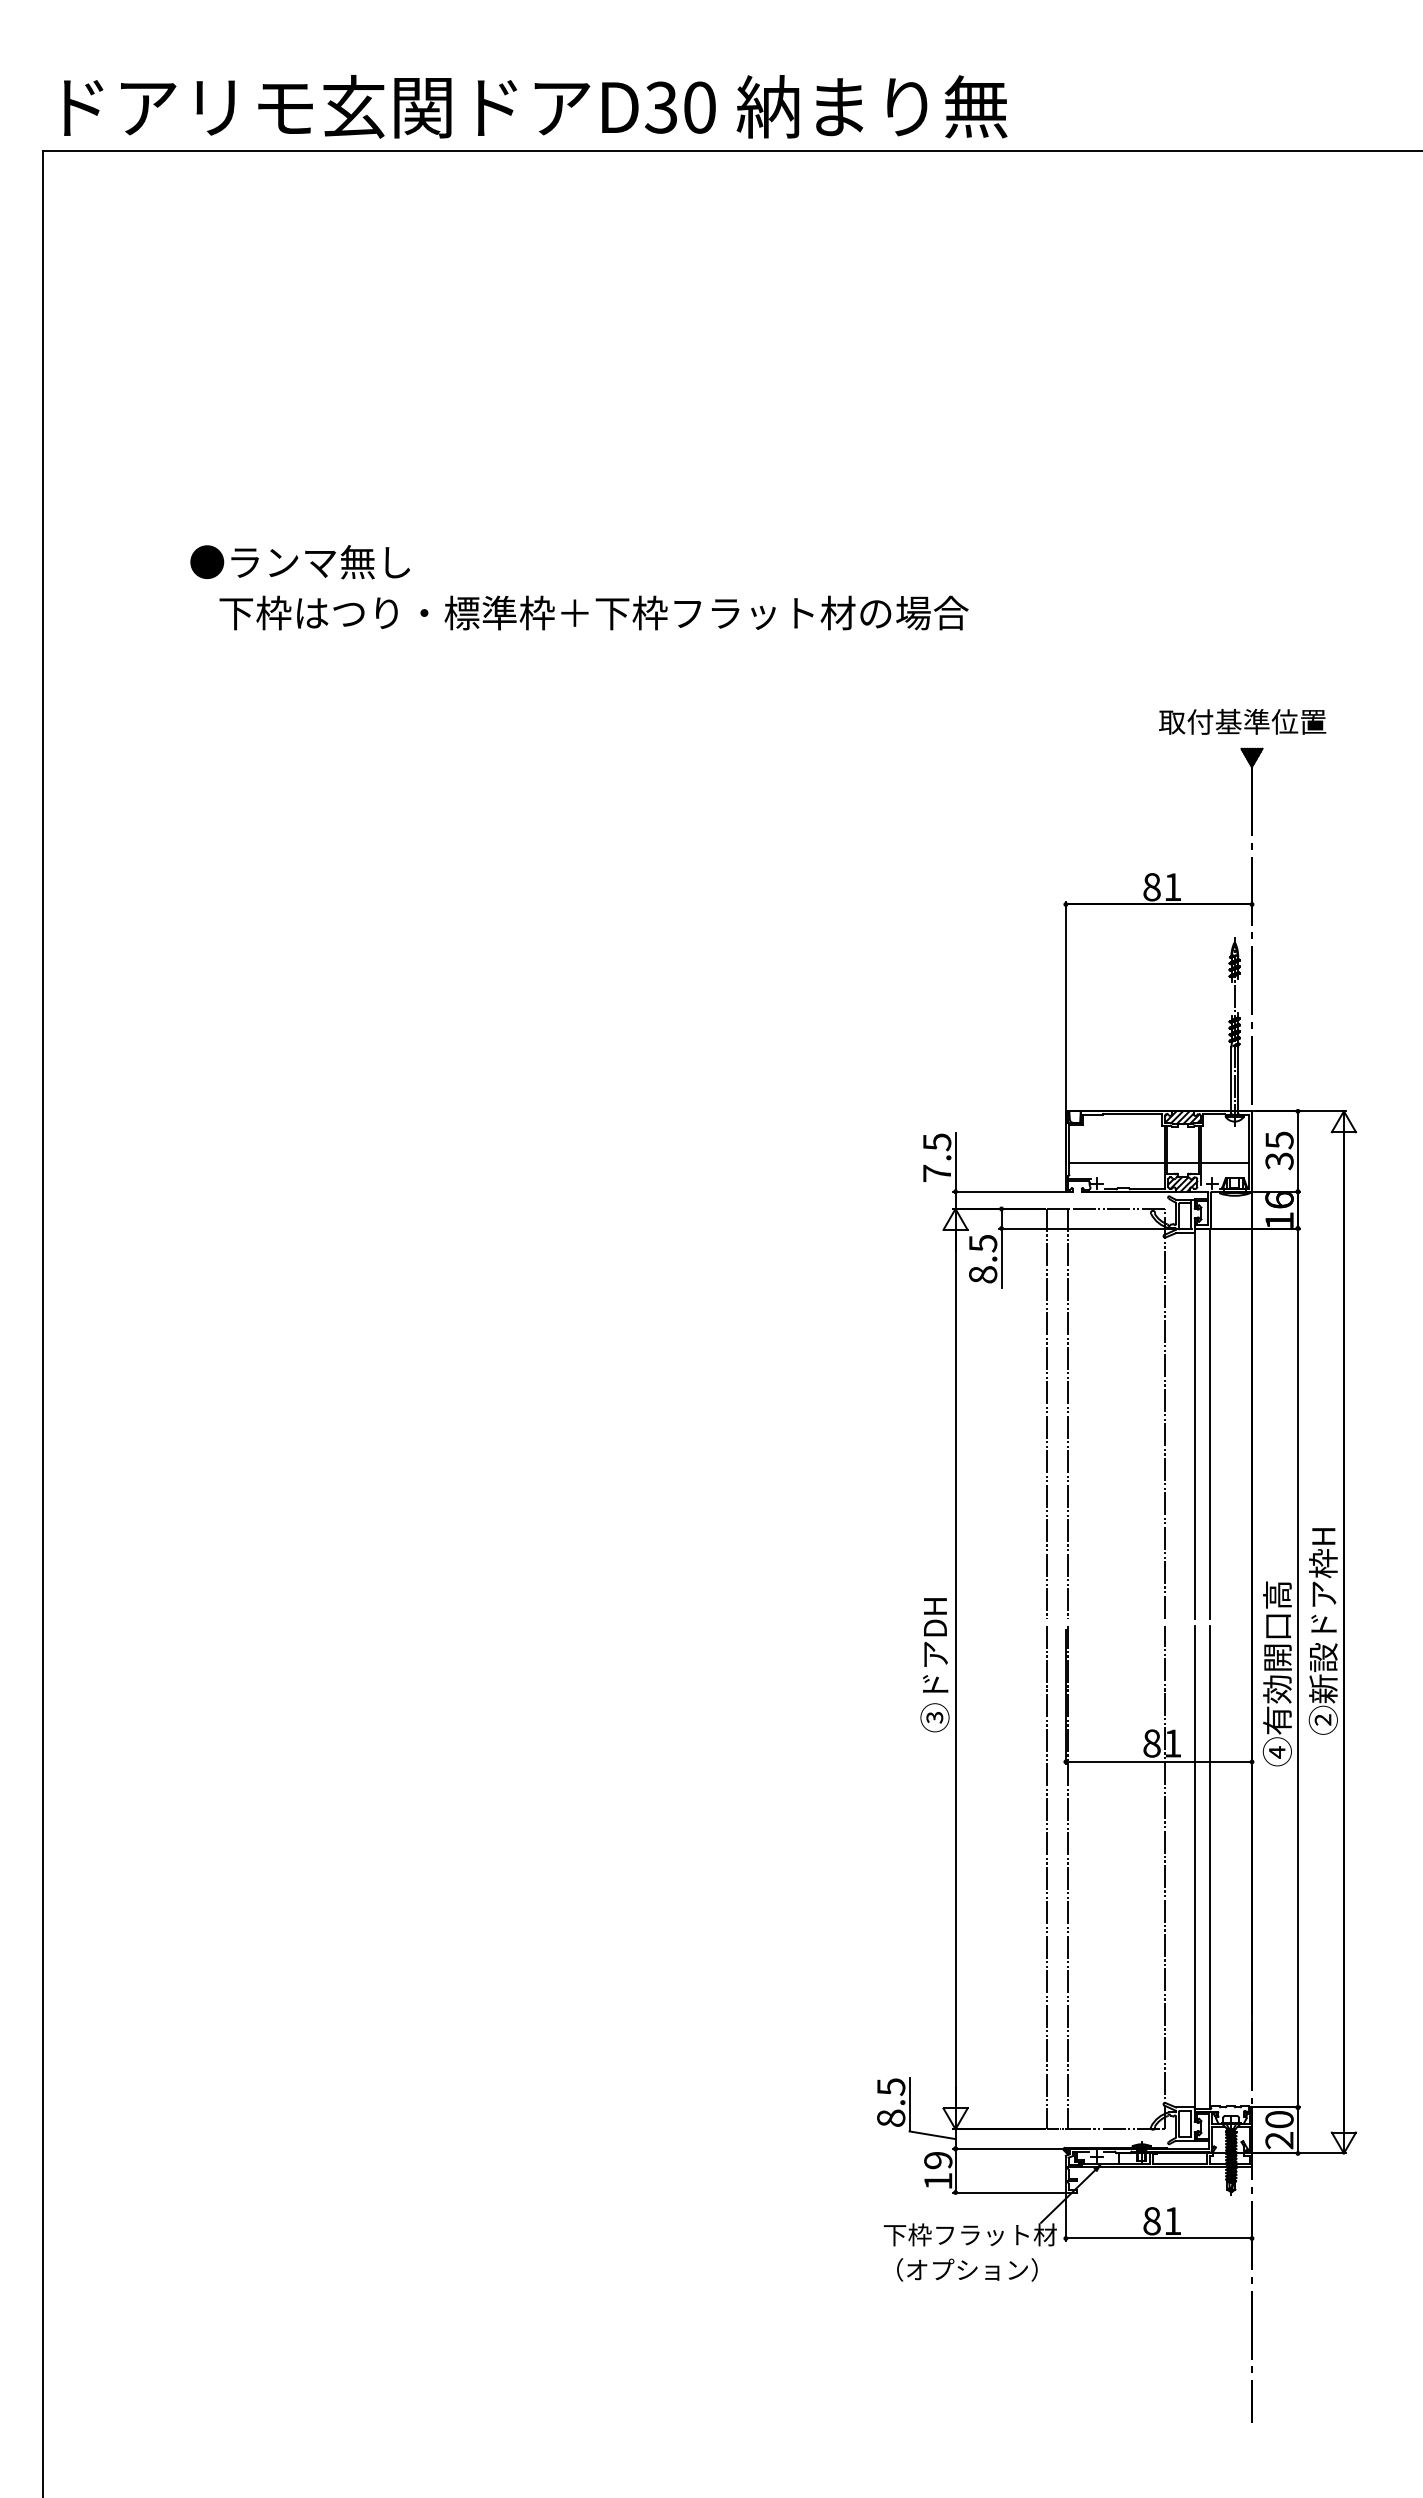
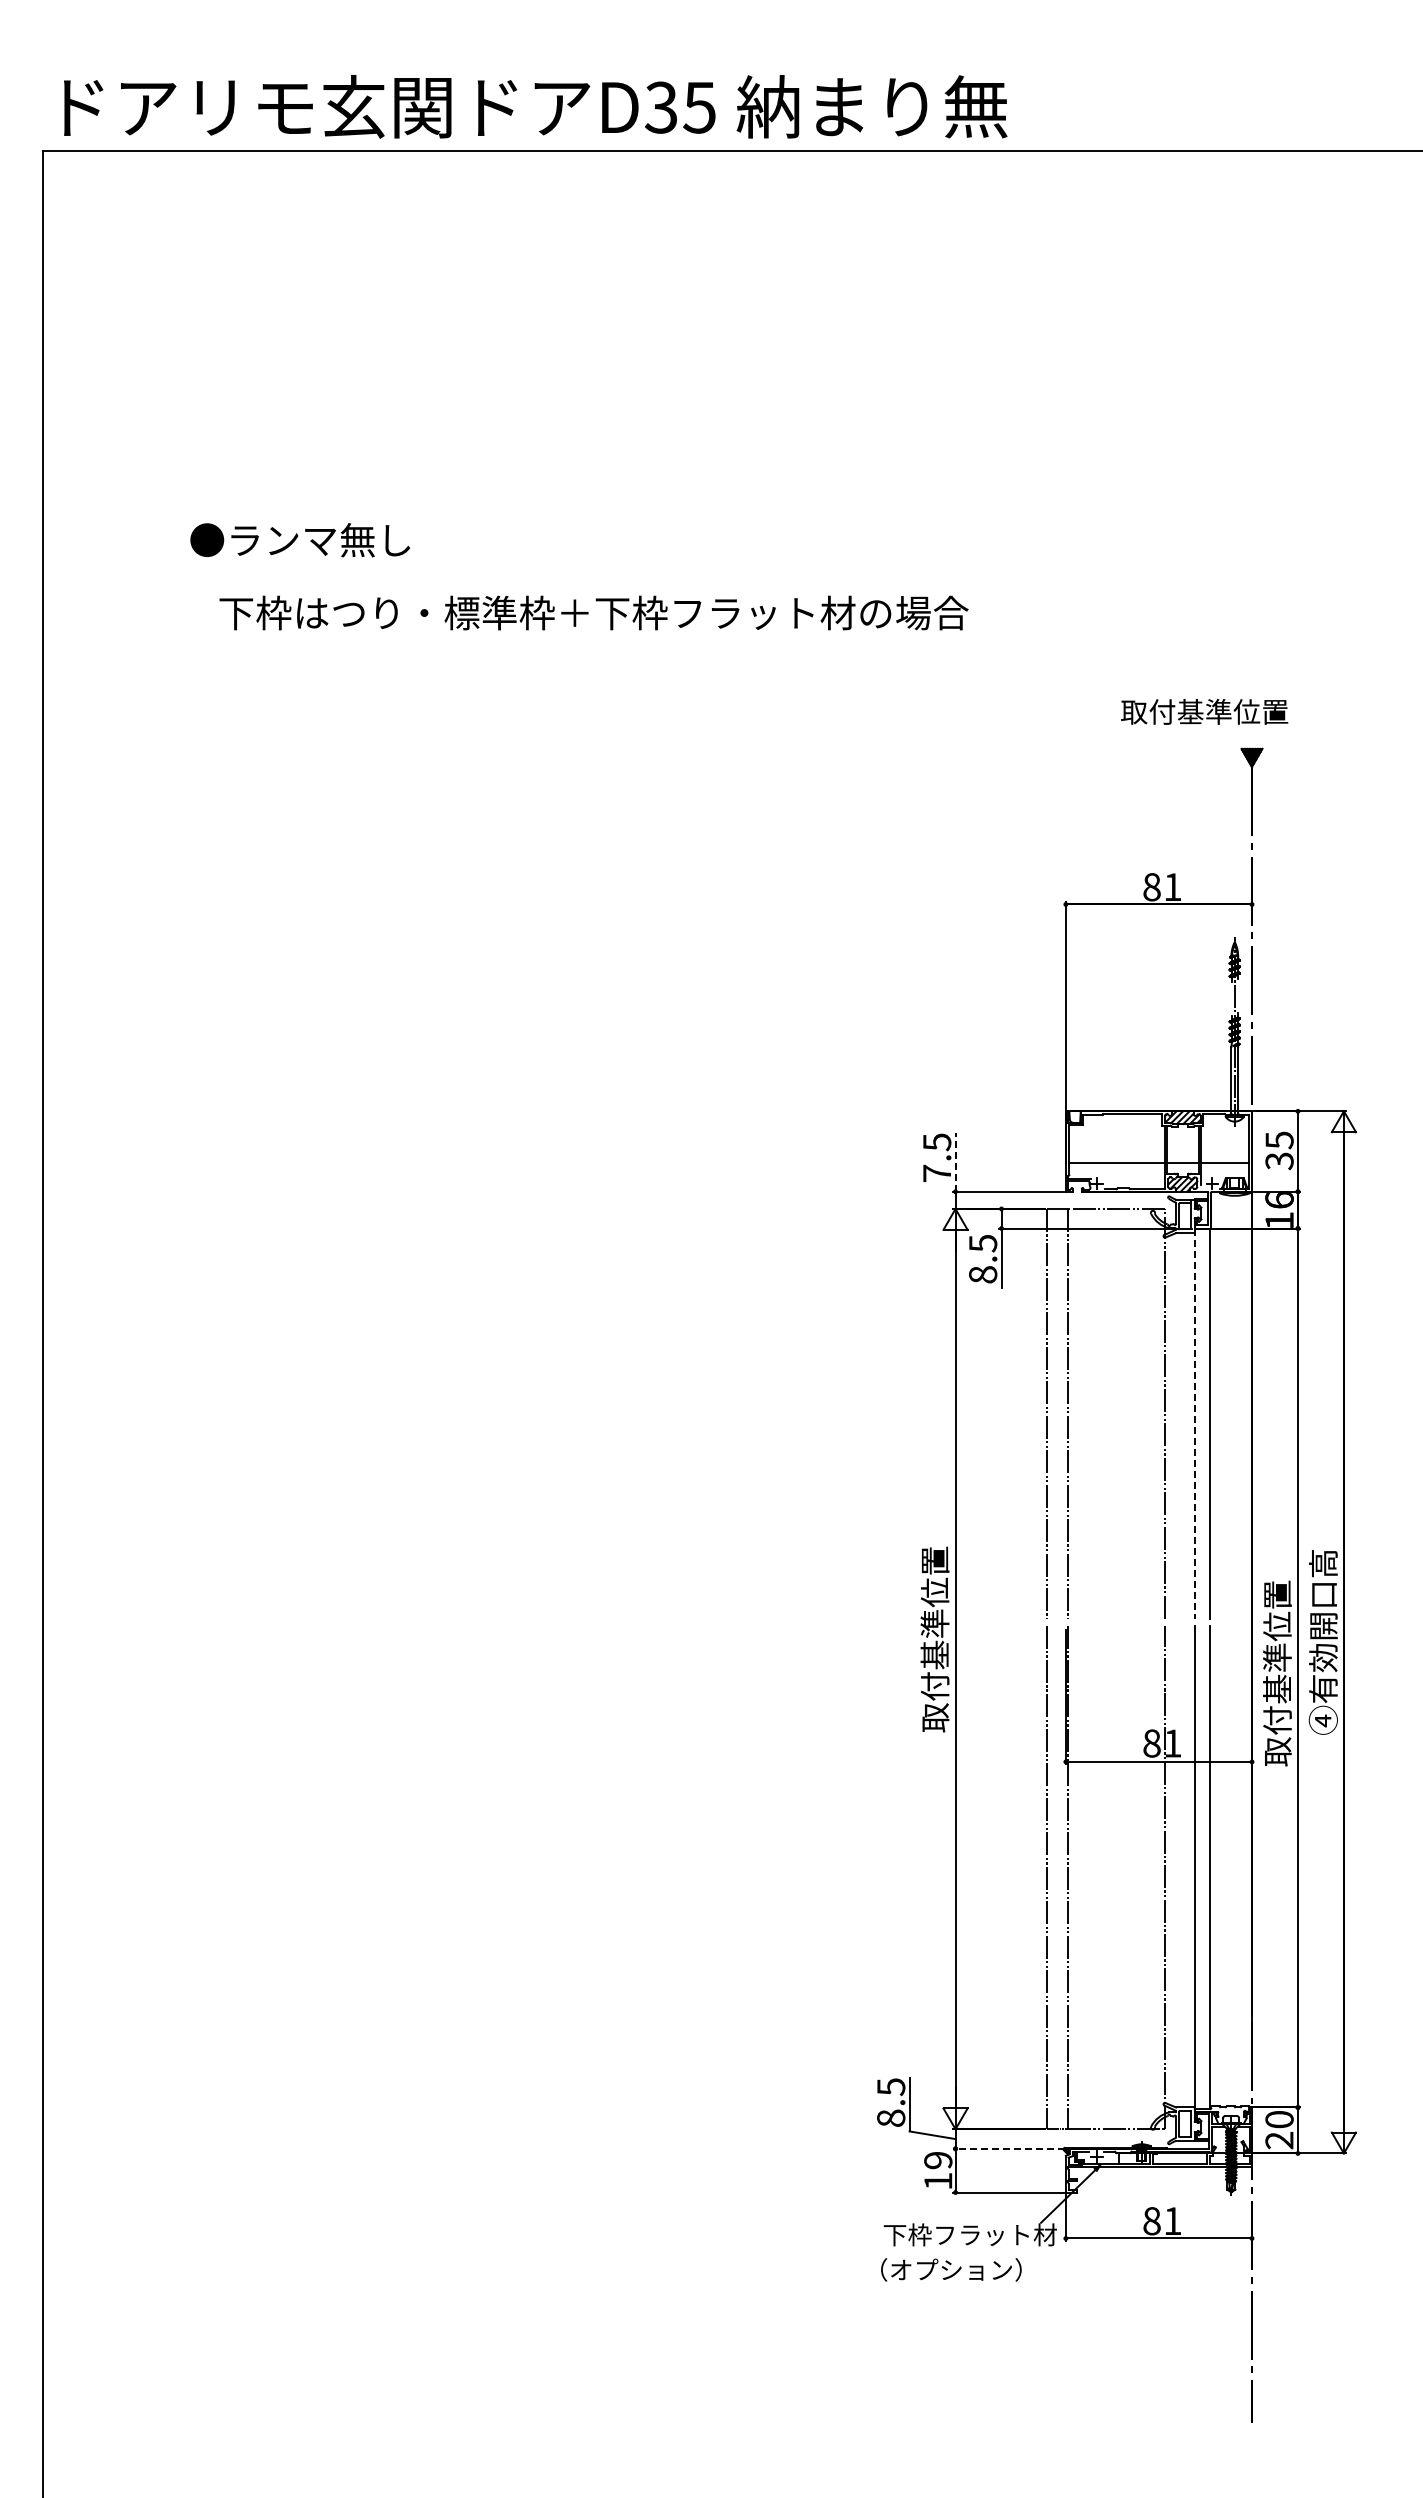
text at (699, 107): D30 -> D35
text at (299, 562) position: (299, 562) -> (299, 540)
text at (1242, 721) position: (1242, 721) -> (1204, 711)
line at (955, 1161): solid -> dashed
line at (1194, 1424): solid -> dashed
text at (1323, 1627): ②新設ドア枠H -> ④有効開口高
text at (934, 1639): ③ドアDH -> 取付基準位置
text at (1276, 1673): ④有効開口高 -> 取付基準位置
line at (1008, 2148): solid -> dashed
text at (967, 2269) position: (967, 2269) -> (951, 2269)
